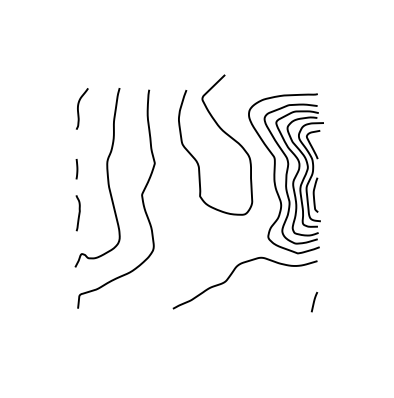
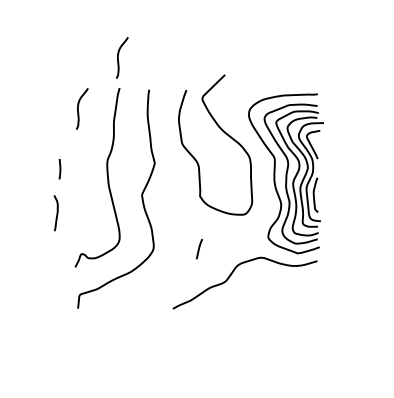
curve at (118, 57): none -> present
line at (76, 169) position: (76, 169) -> (59, 169)
curve at (78, 213) position: (78, 213) -> (56, 213)
line at (314, 301) position: (314, 301) -> (199, 248)
